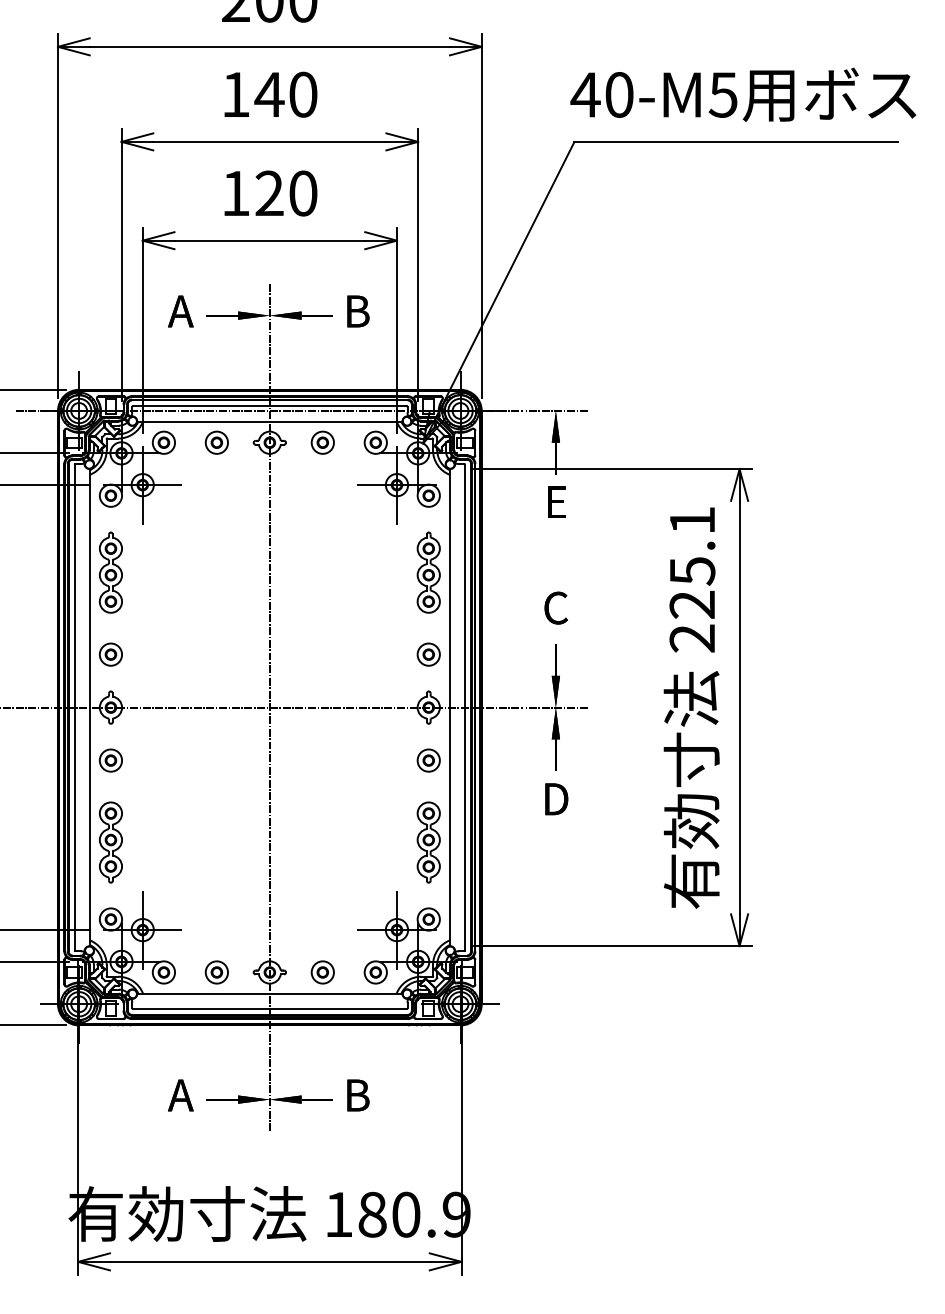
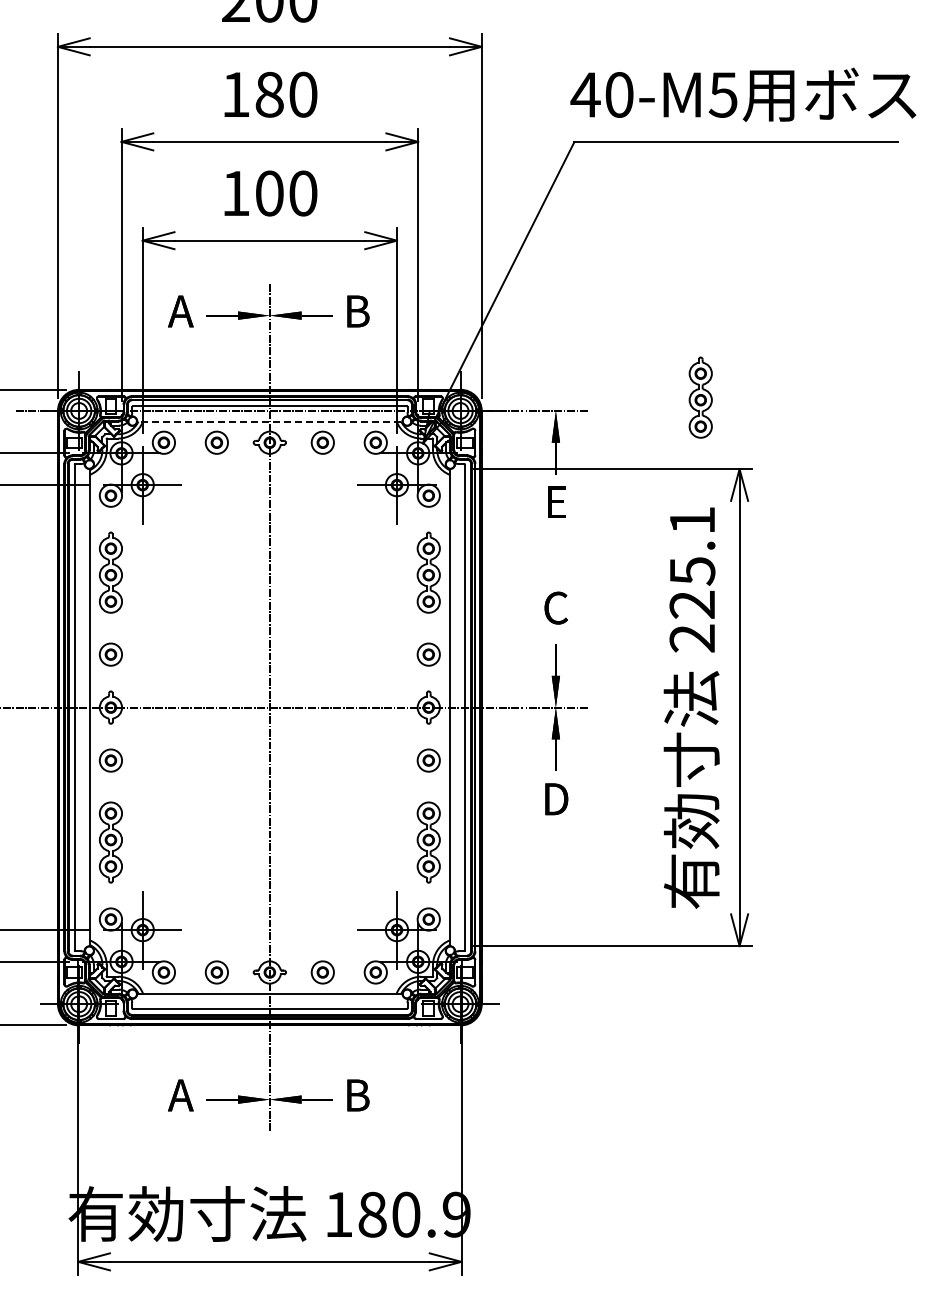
text at (269, 94): 140 -> 180
text at (269, 193): 120 -> 100
part at (700, 397): none -> present
line at (269, 421): solid -> dashed
